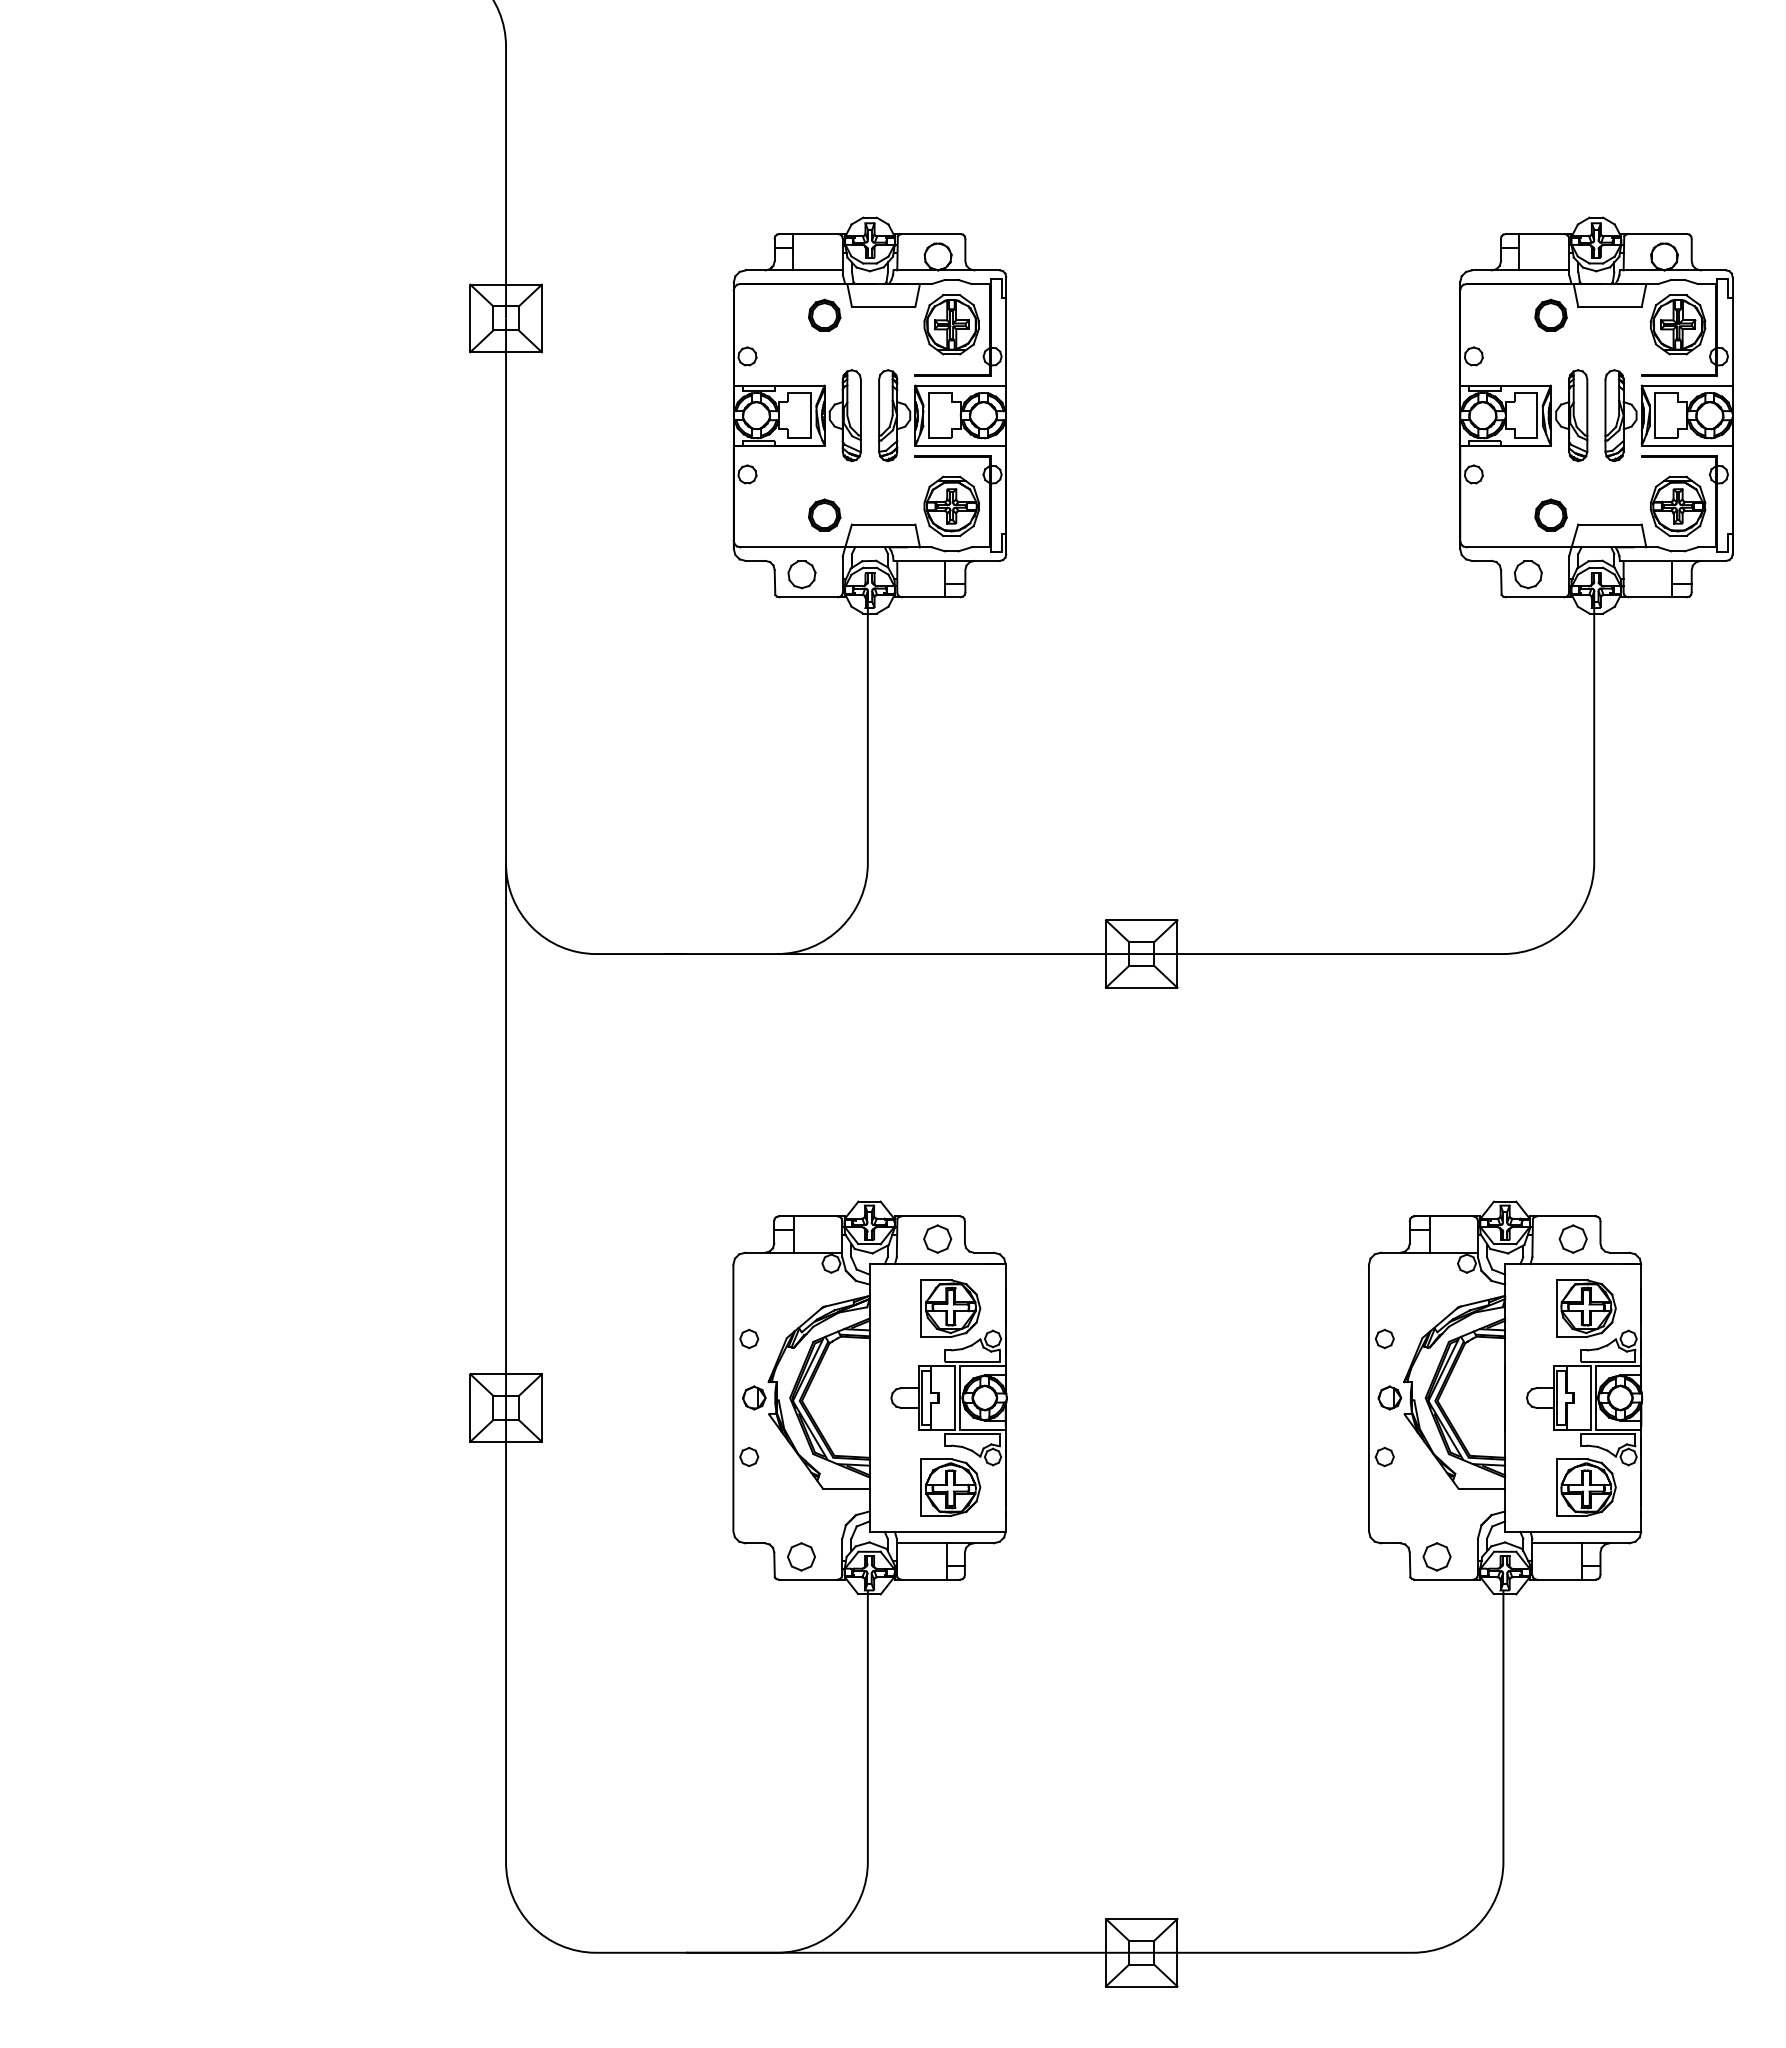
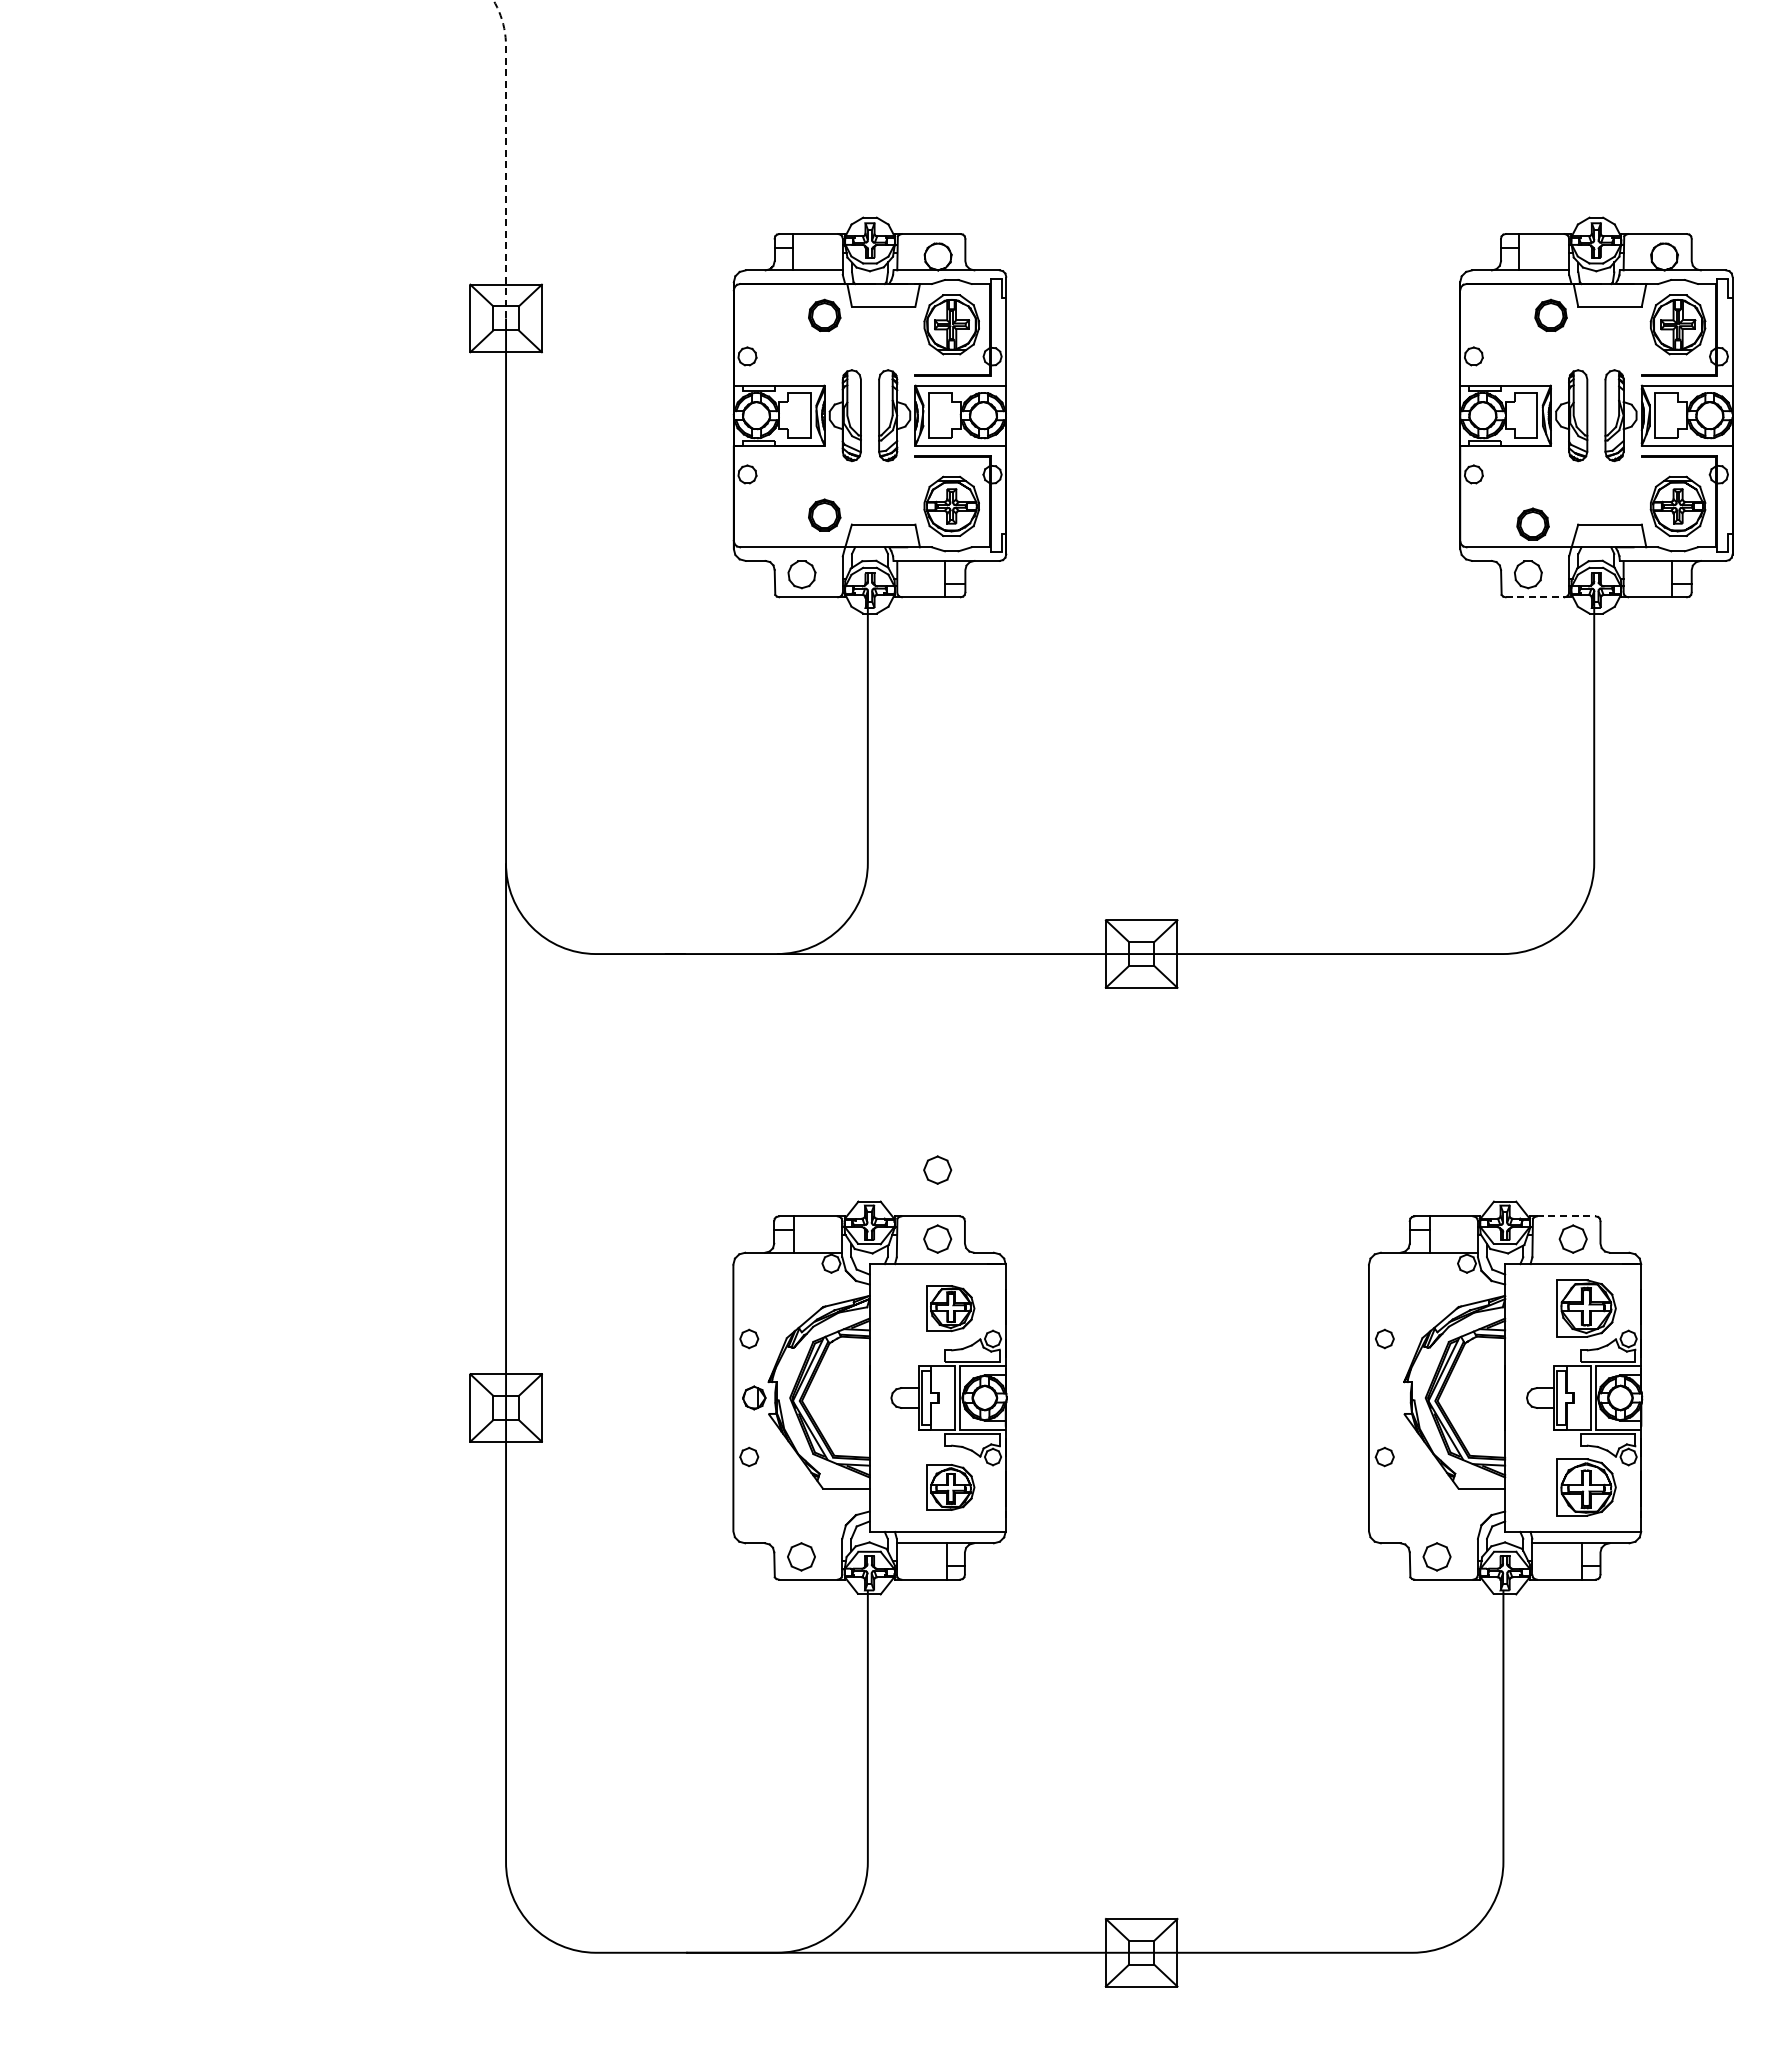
line at (506, 155): solid -> dashed
part at (1550, 514) position: (1550, 514) -> (1532, 523)
line at (1538, 597): solid -> dashed
part at (937, 1169): none -> present
line at (1566, 1216): solid -> dashed
part at (950, 1308) size: 62x59 px -> 50x48 px
part at (1389, 1397): present -> none
part at (950, 1487) size: 62x59 px -> 50x47 px
